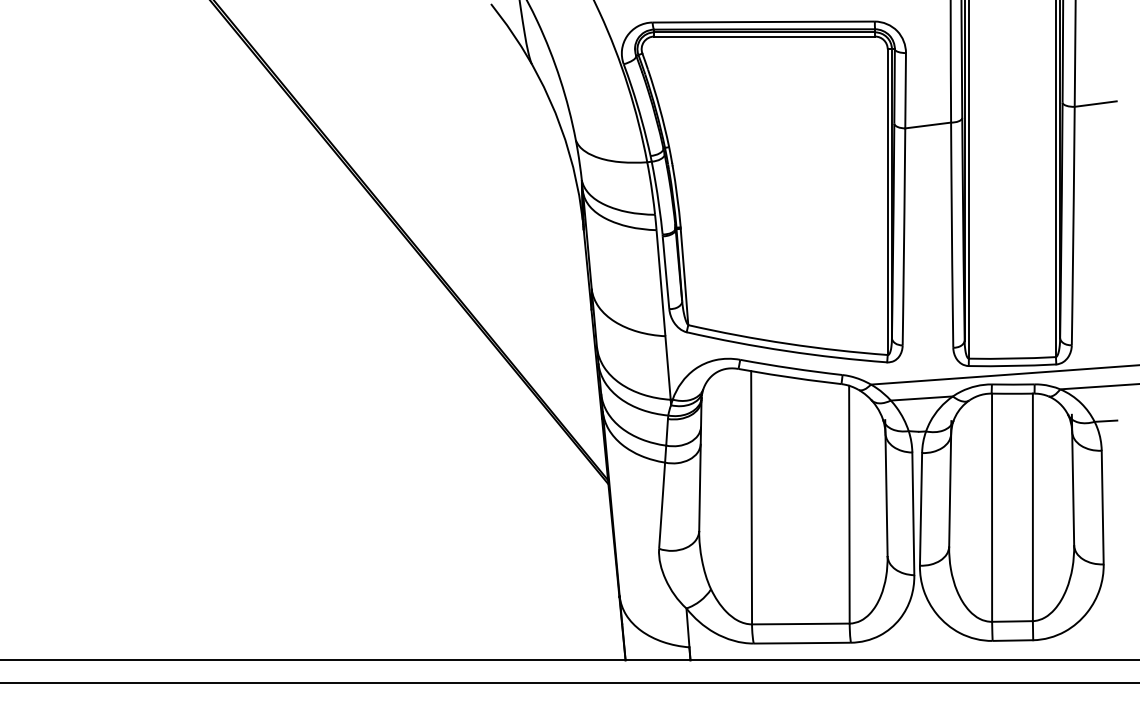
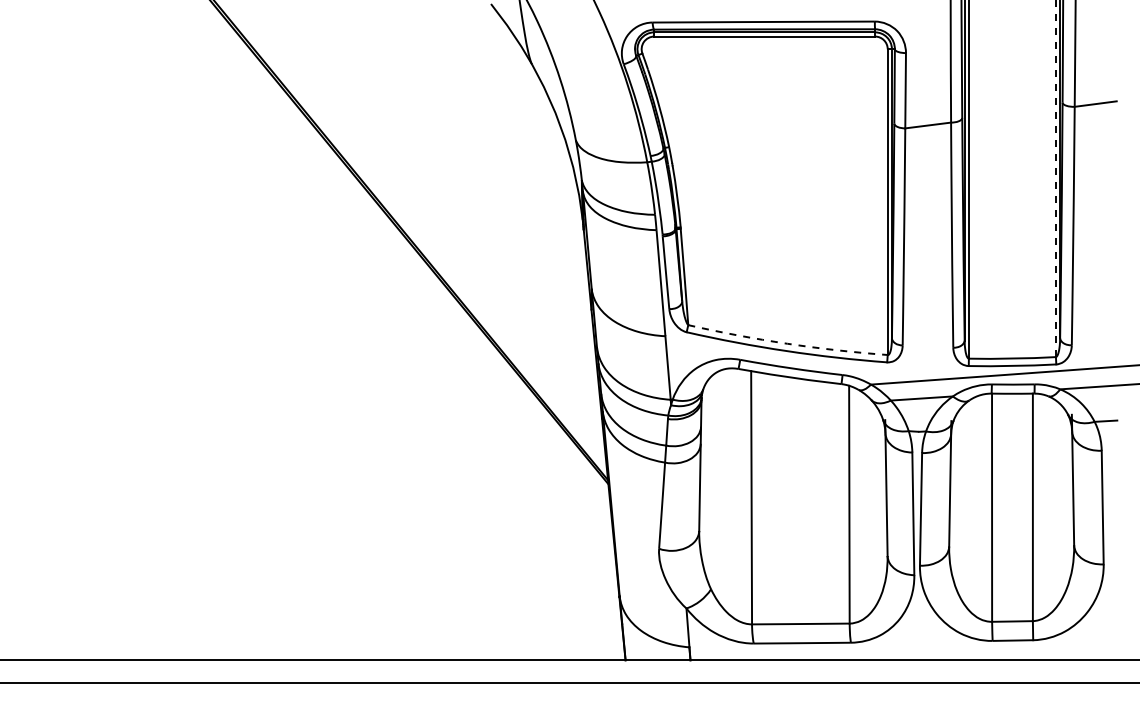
line at (1055, 178): solid -> dashed
arc at (787, 343): solid -> dashed
